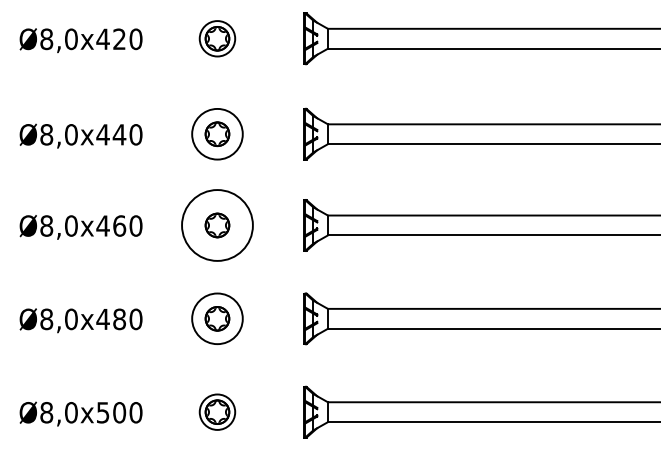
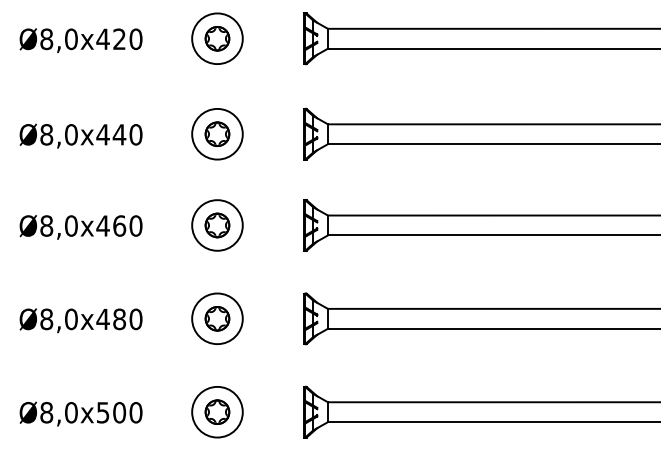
circle at (217, 38) diameter: 35 px -> 51 px
circle at (217, 225) diameter: 71 px -> 51 px
circle at (217, 411) diameter: 35 px -> 51 px
